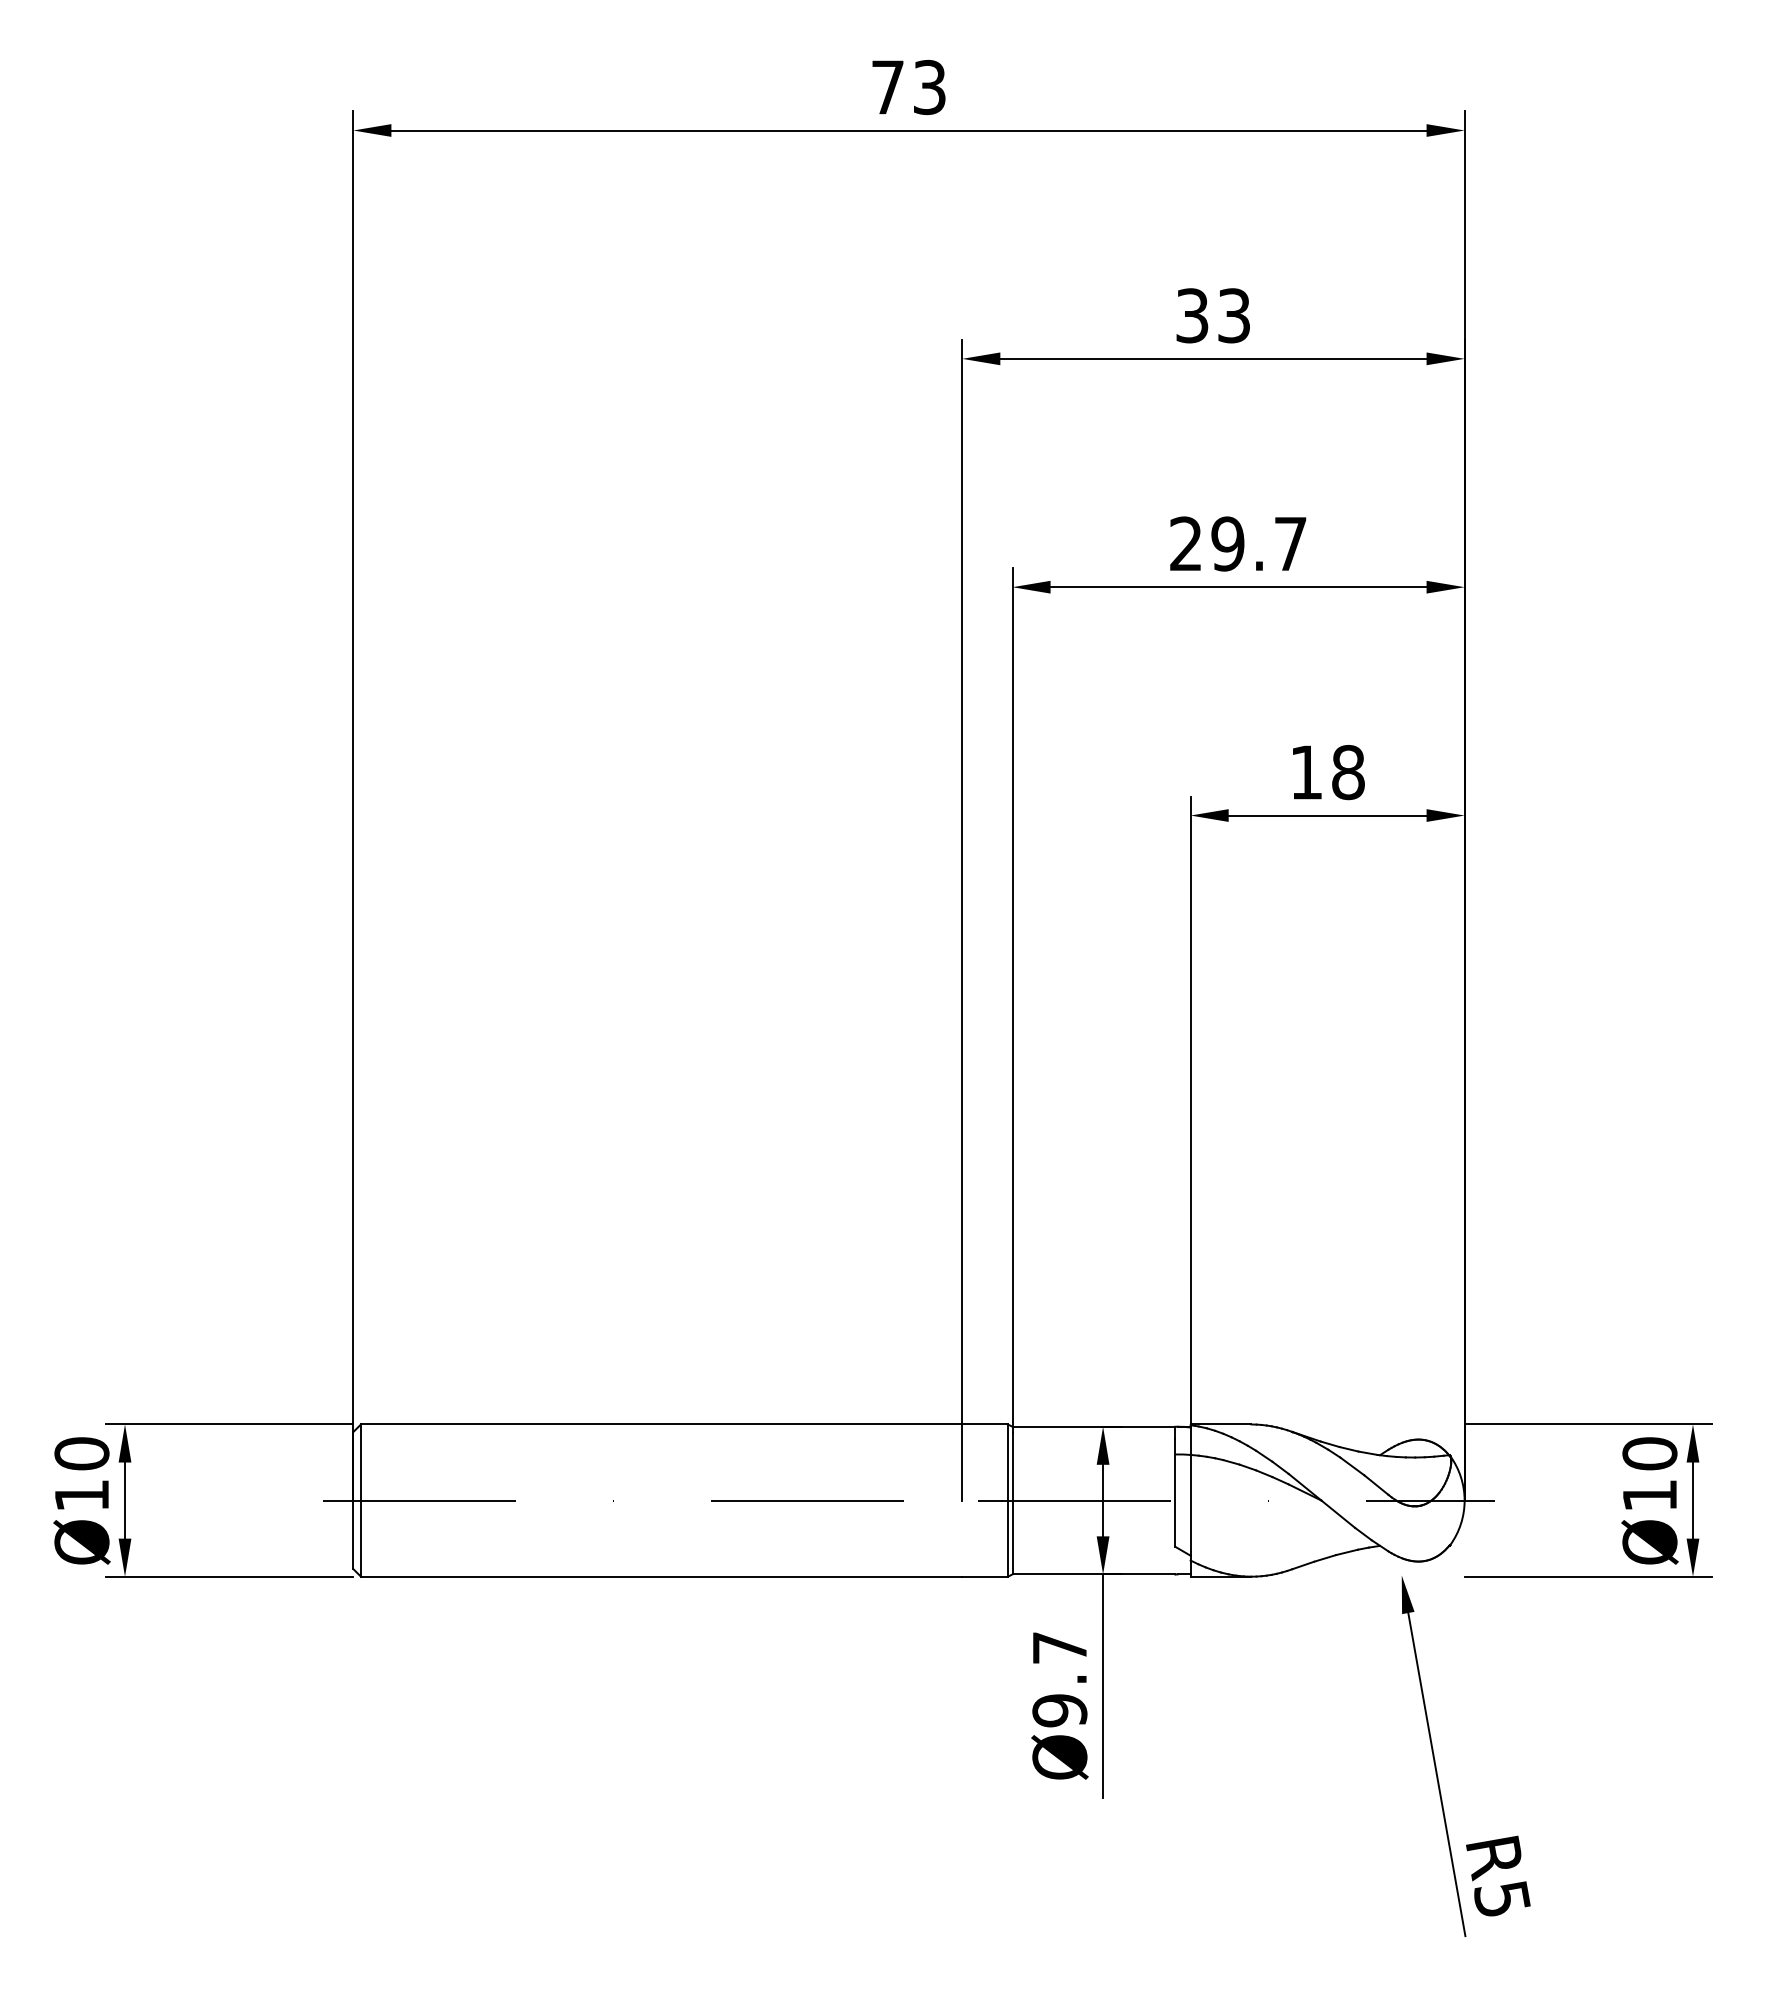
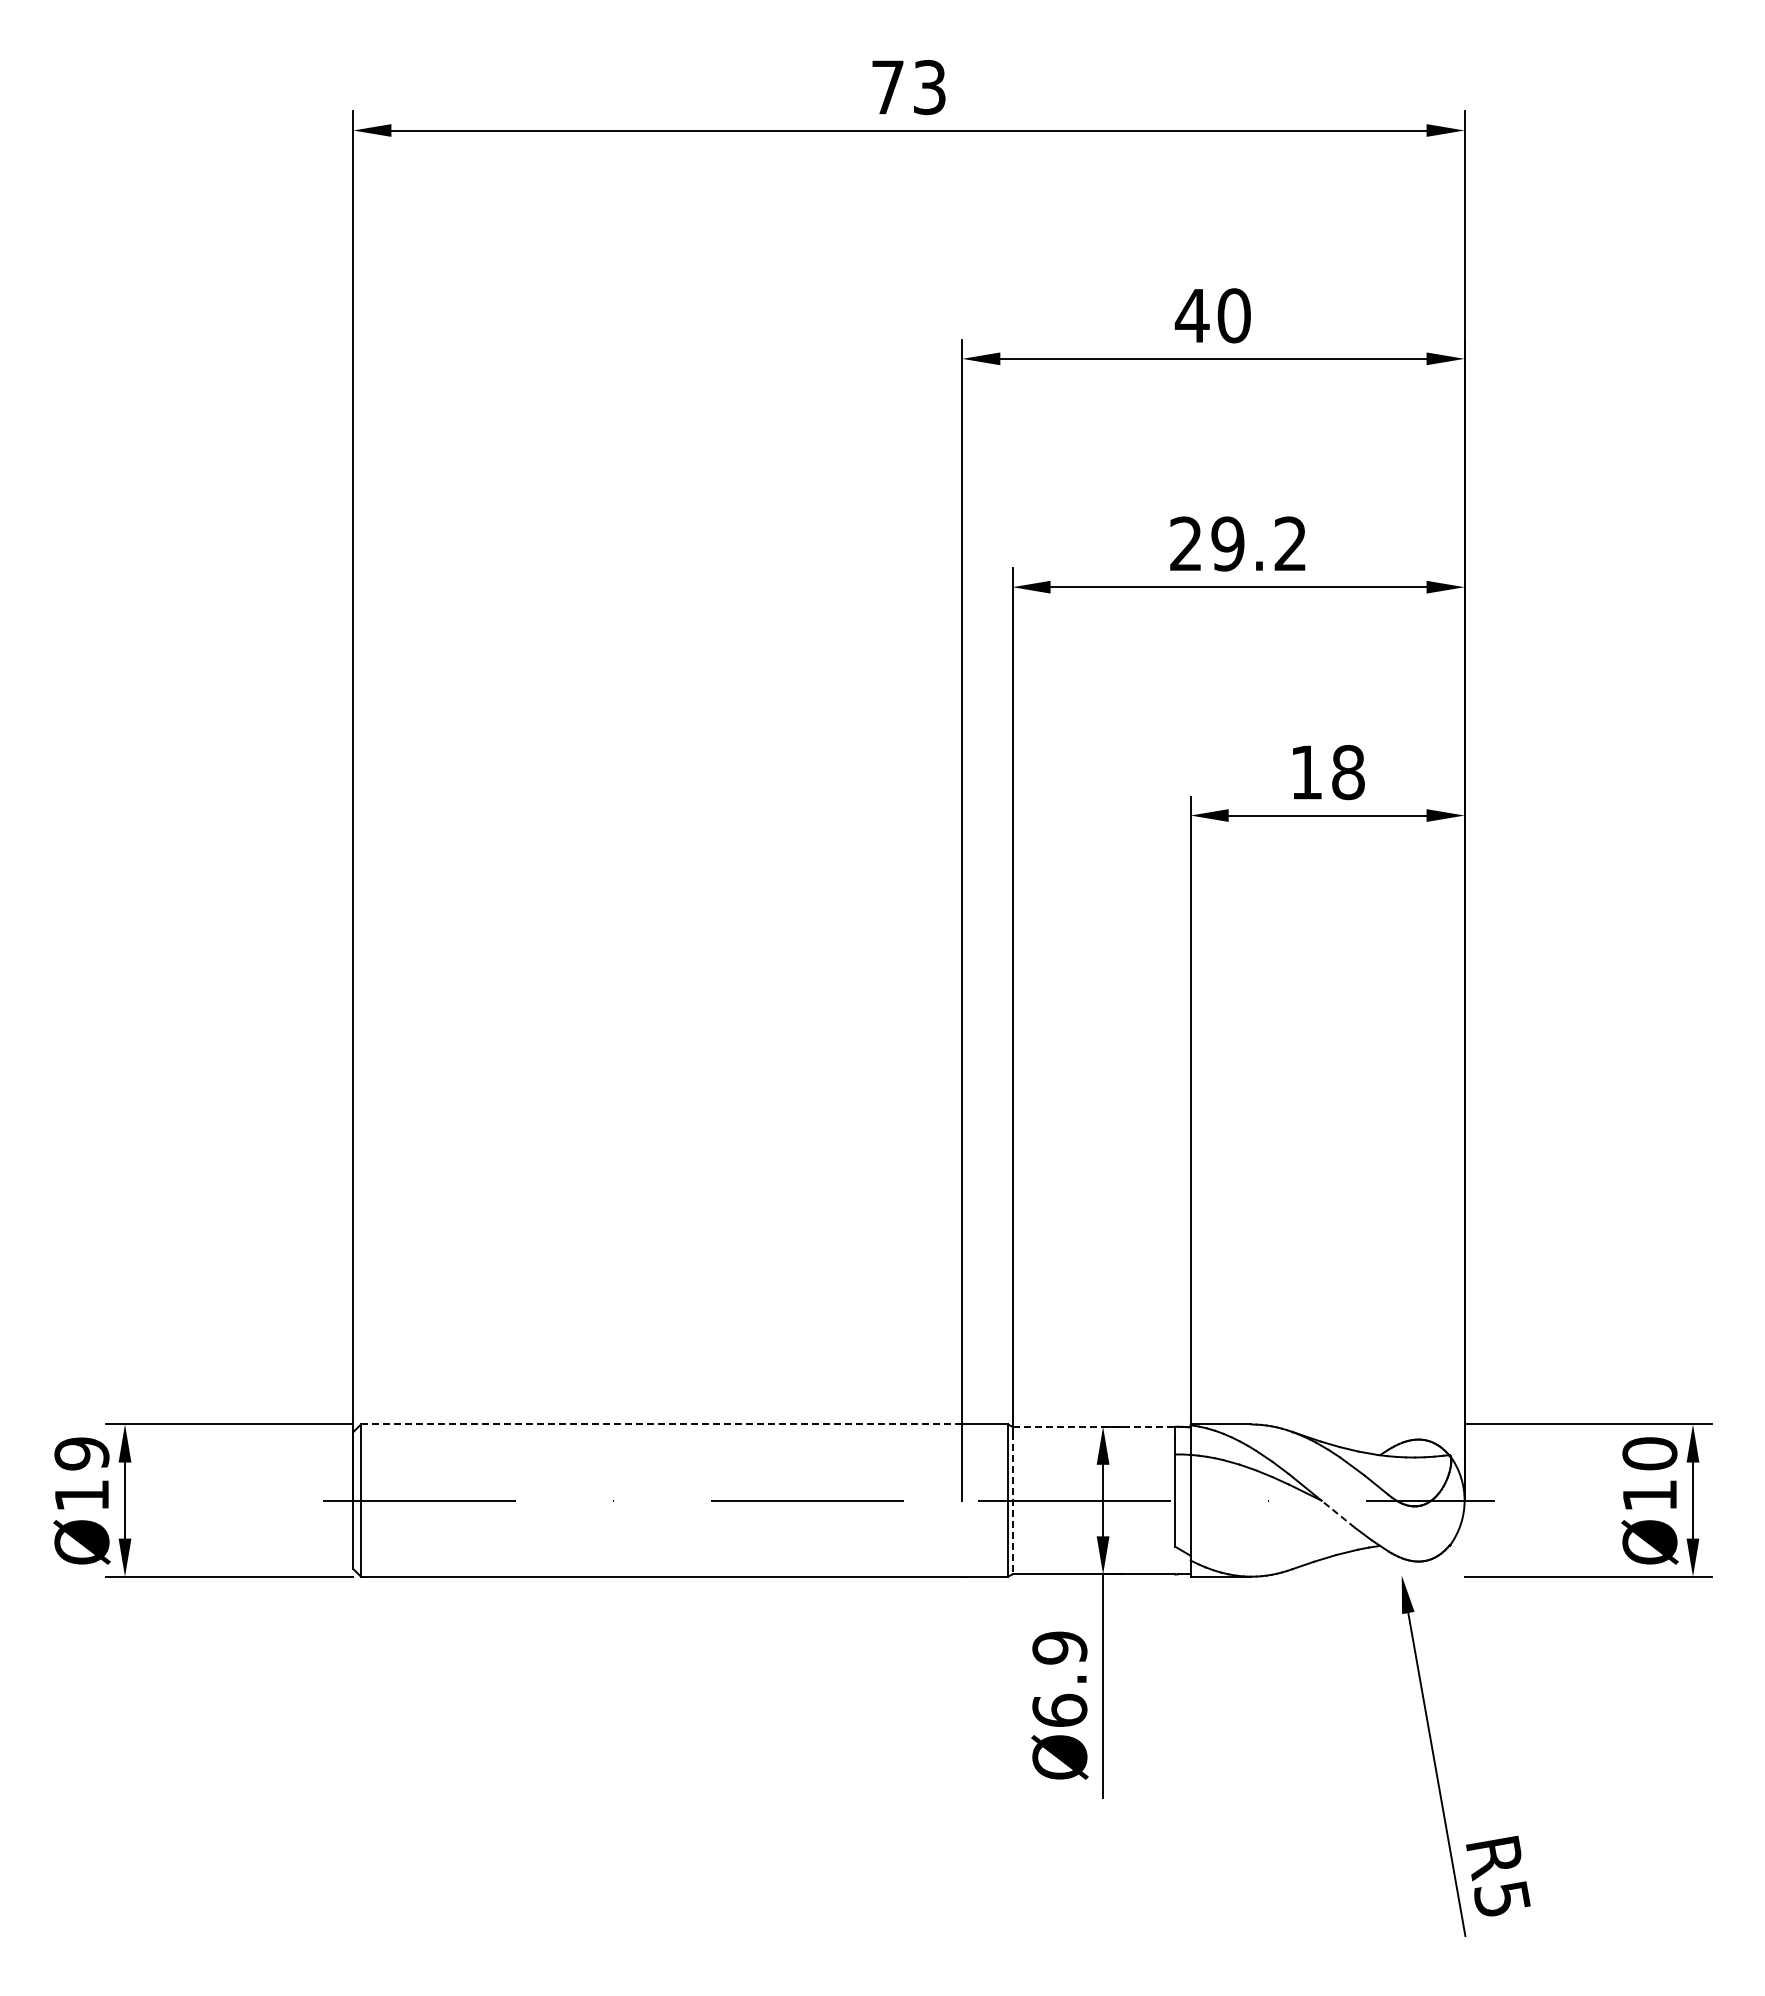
text at (1212, 315): 33 -> 40
text at (1290, 543): 29.7 -> 29.2
line at (661, 1424): solid -> dashed
line at (1094, 1426): solid -> dashed
text at (81, 1453): Ø10 -> Ø19
line at (1012, 1503): solid -> dashed
line at (1338, 1514): solid -> dashed
text at (1059, 1679): Ø9.7 -> Ø6.9
